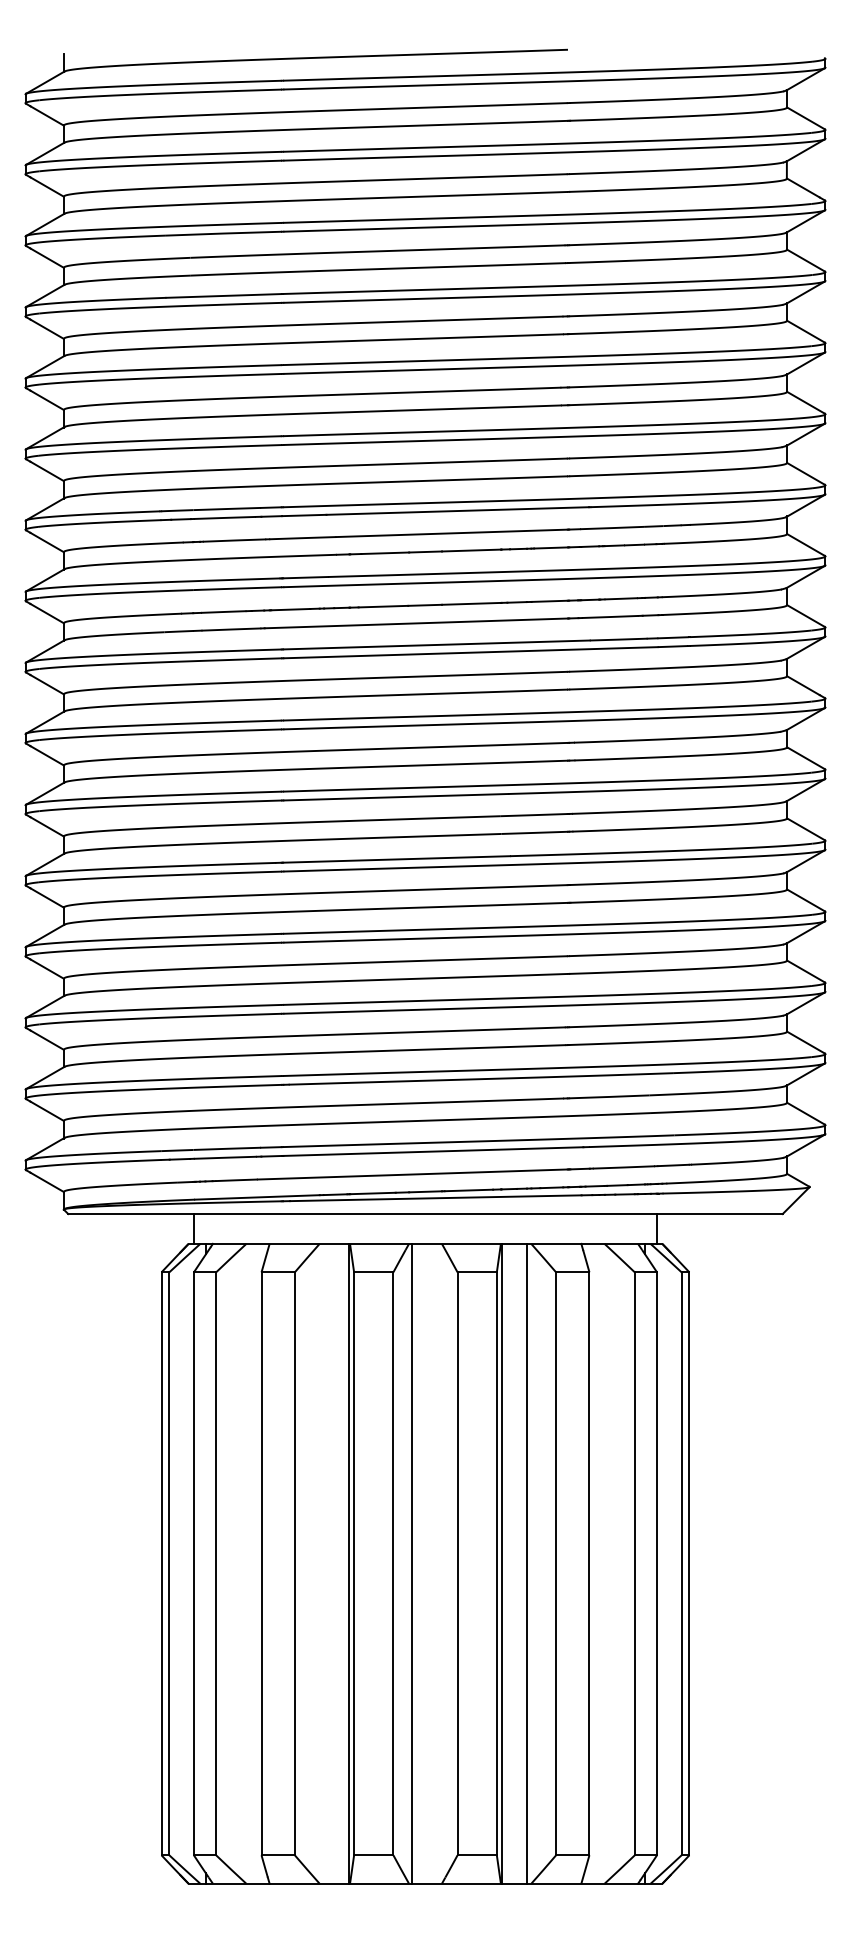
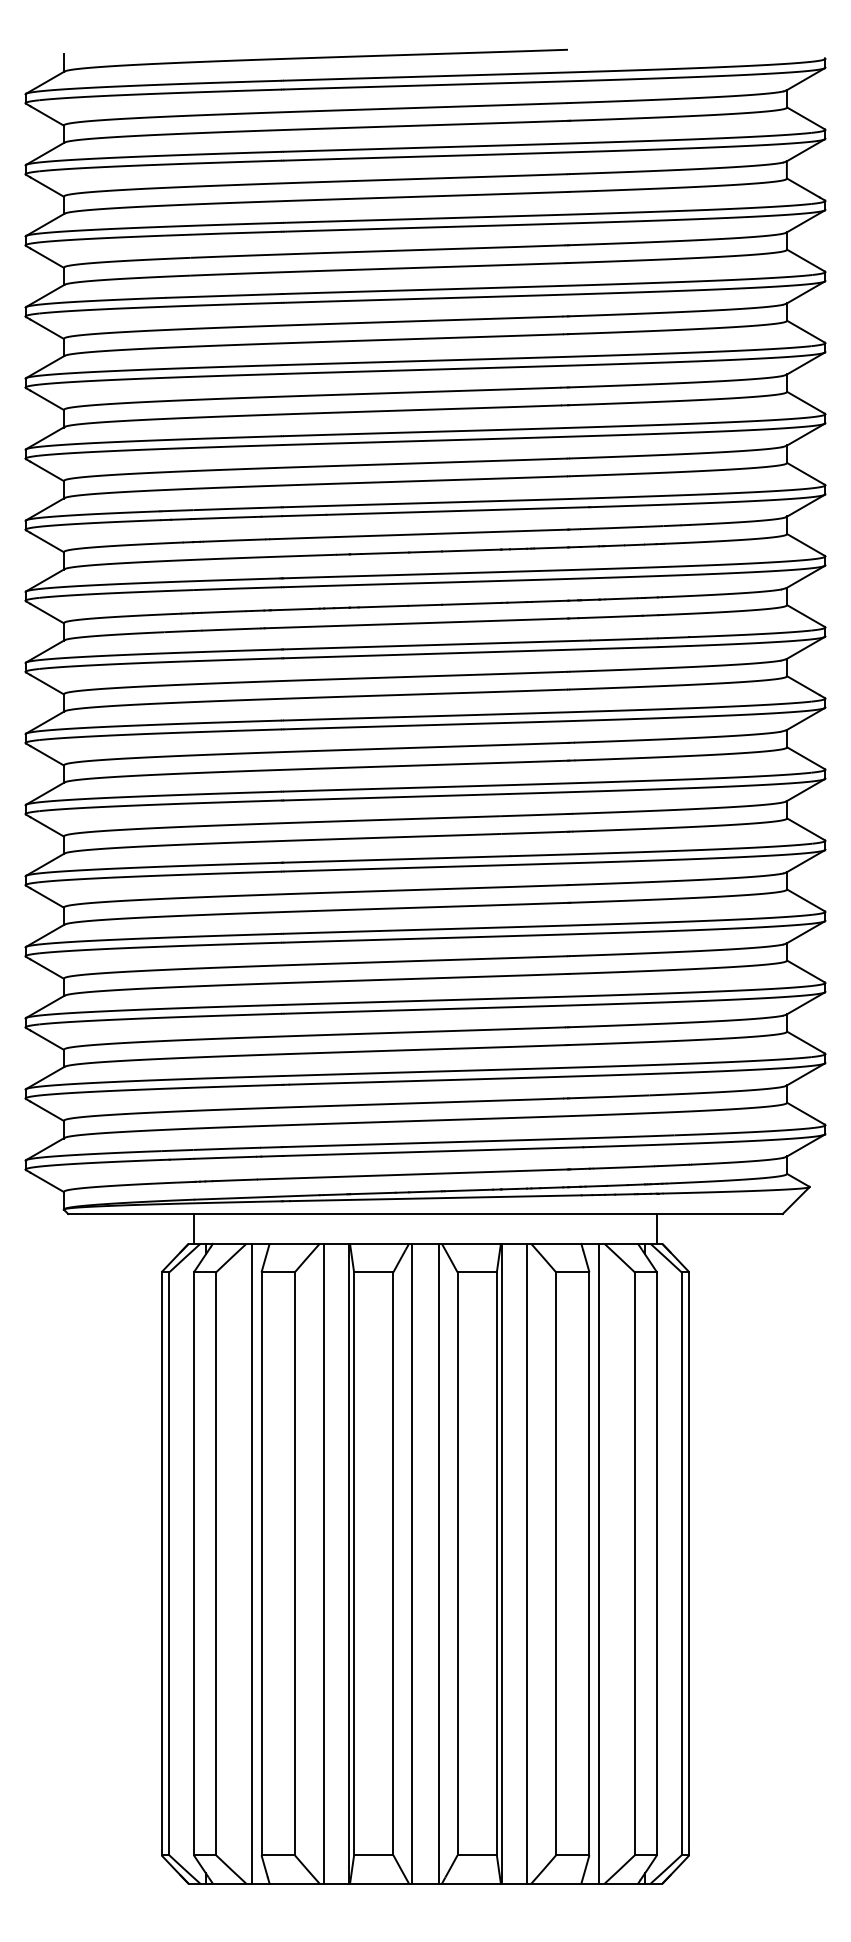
line at (251, 1563): none -> present
line at (324, 1563): none -> present
line at (439, 1563): none -> present
line at (599, 1563): none -> present
